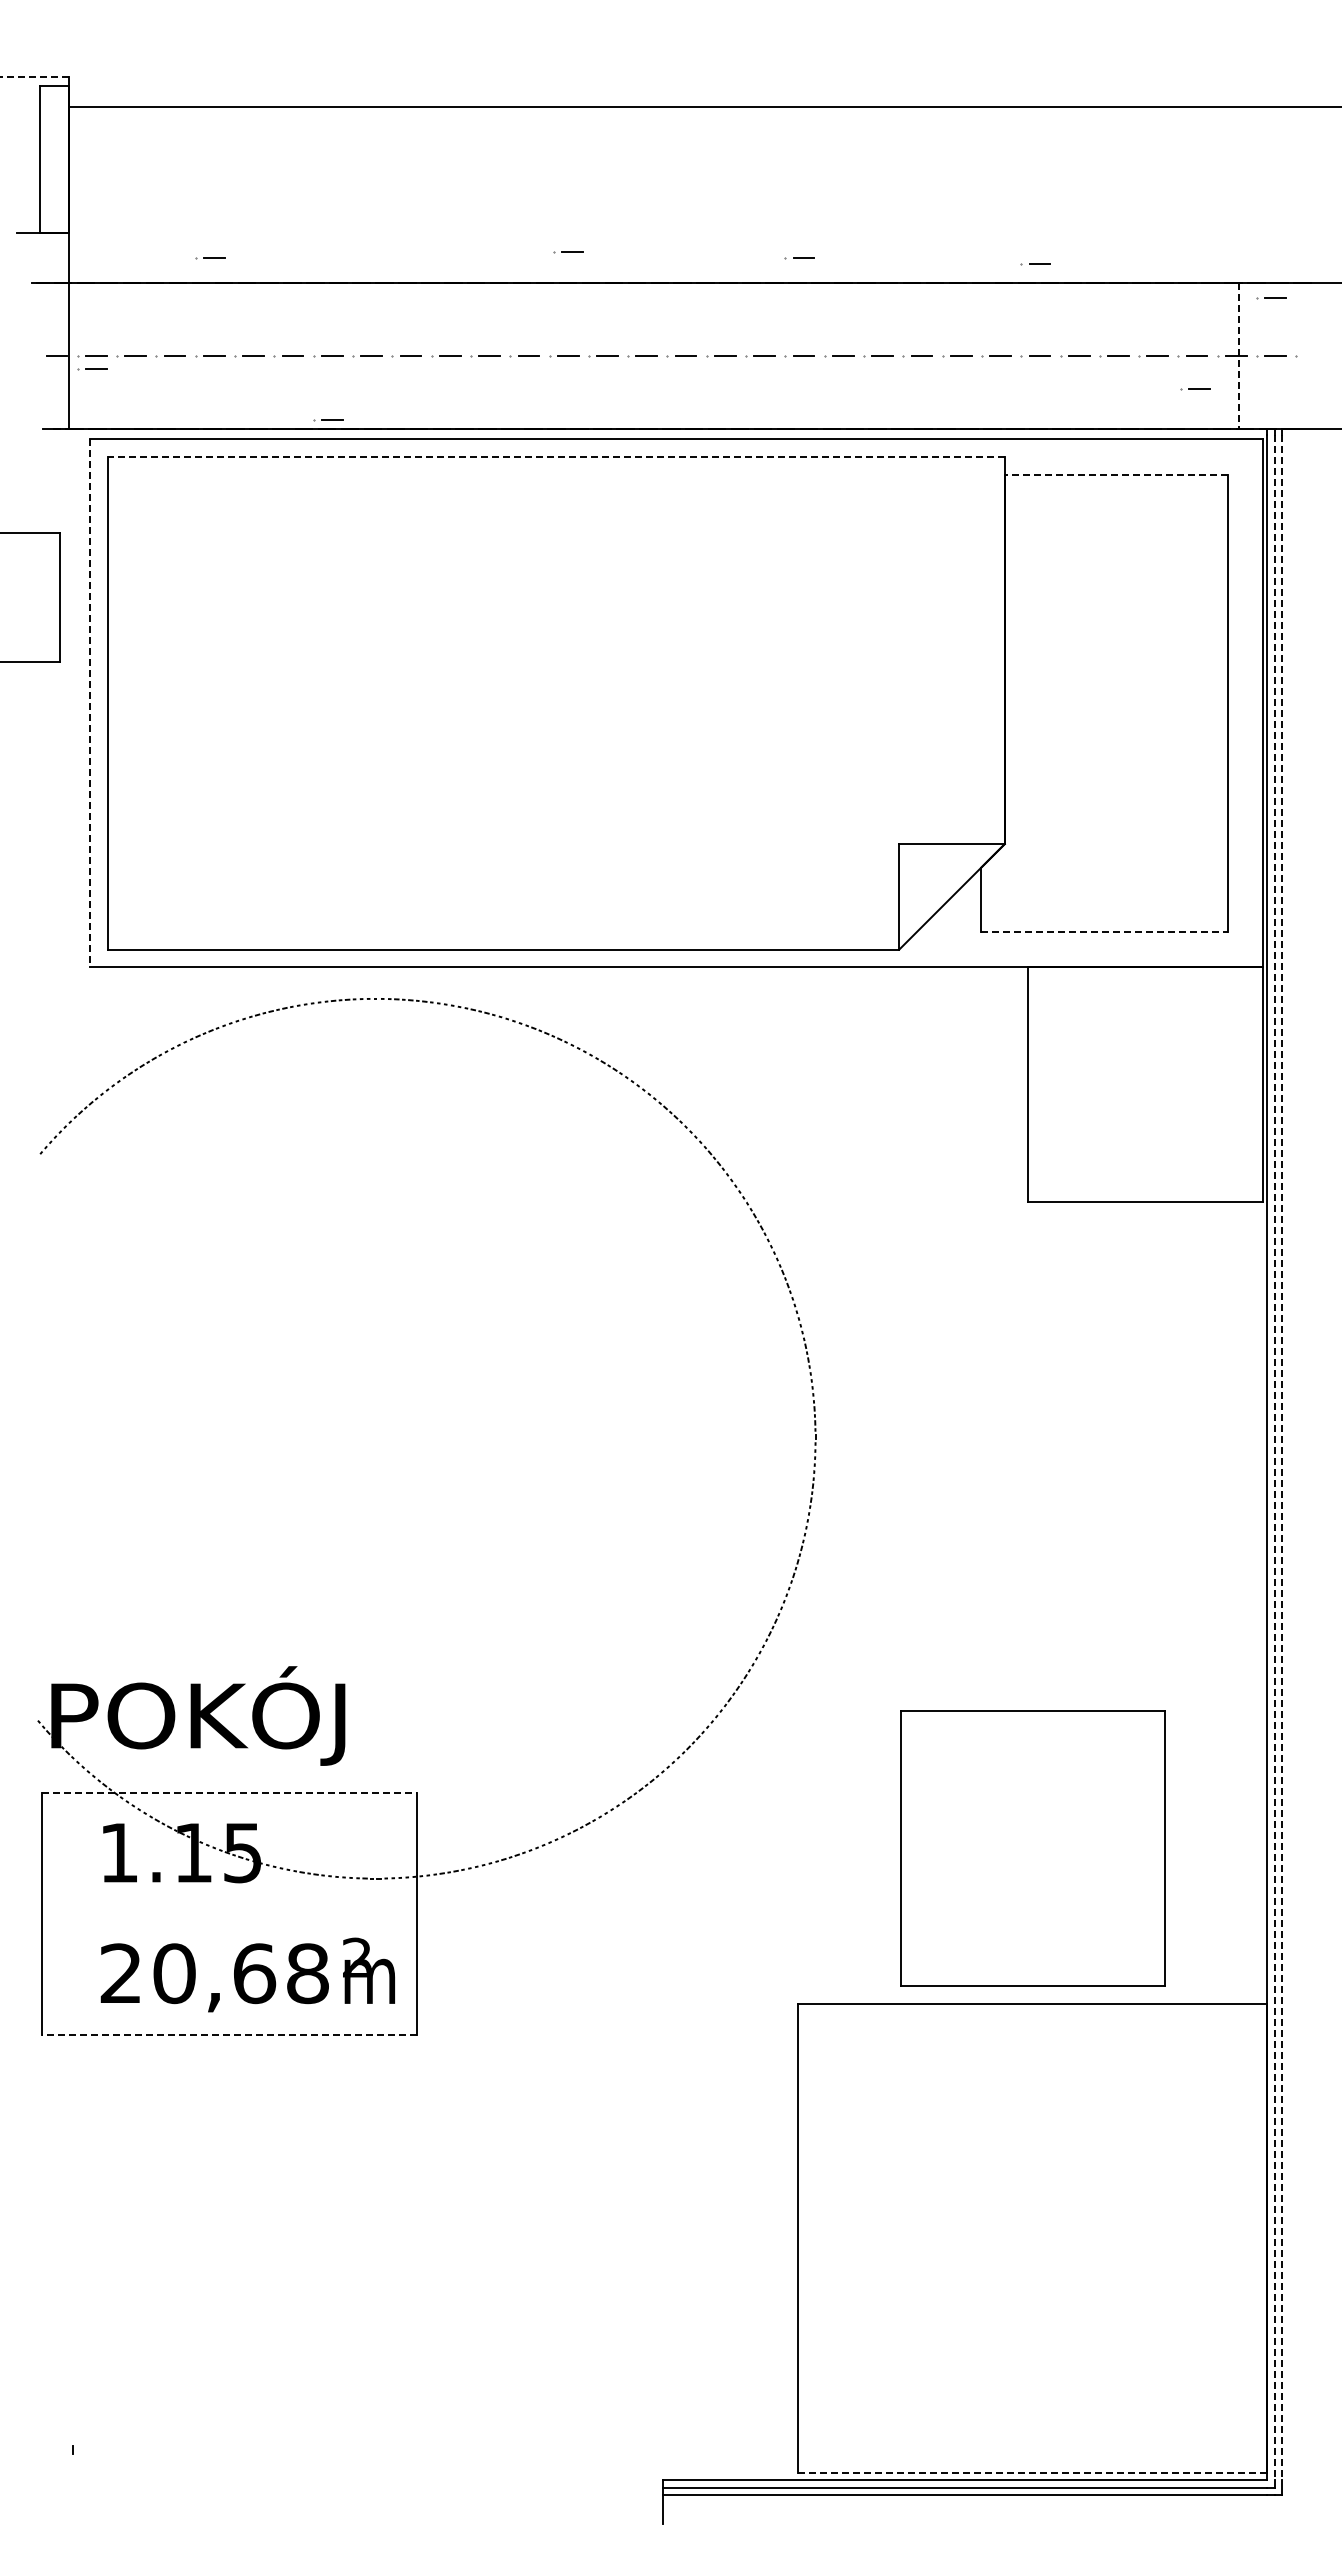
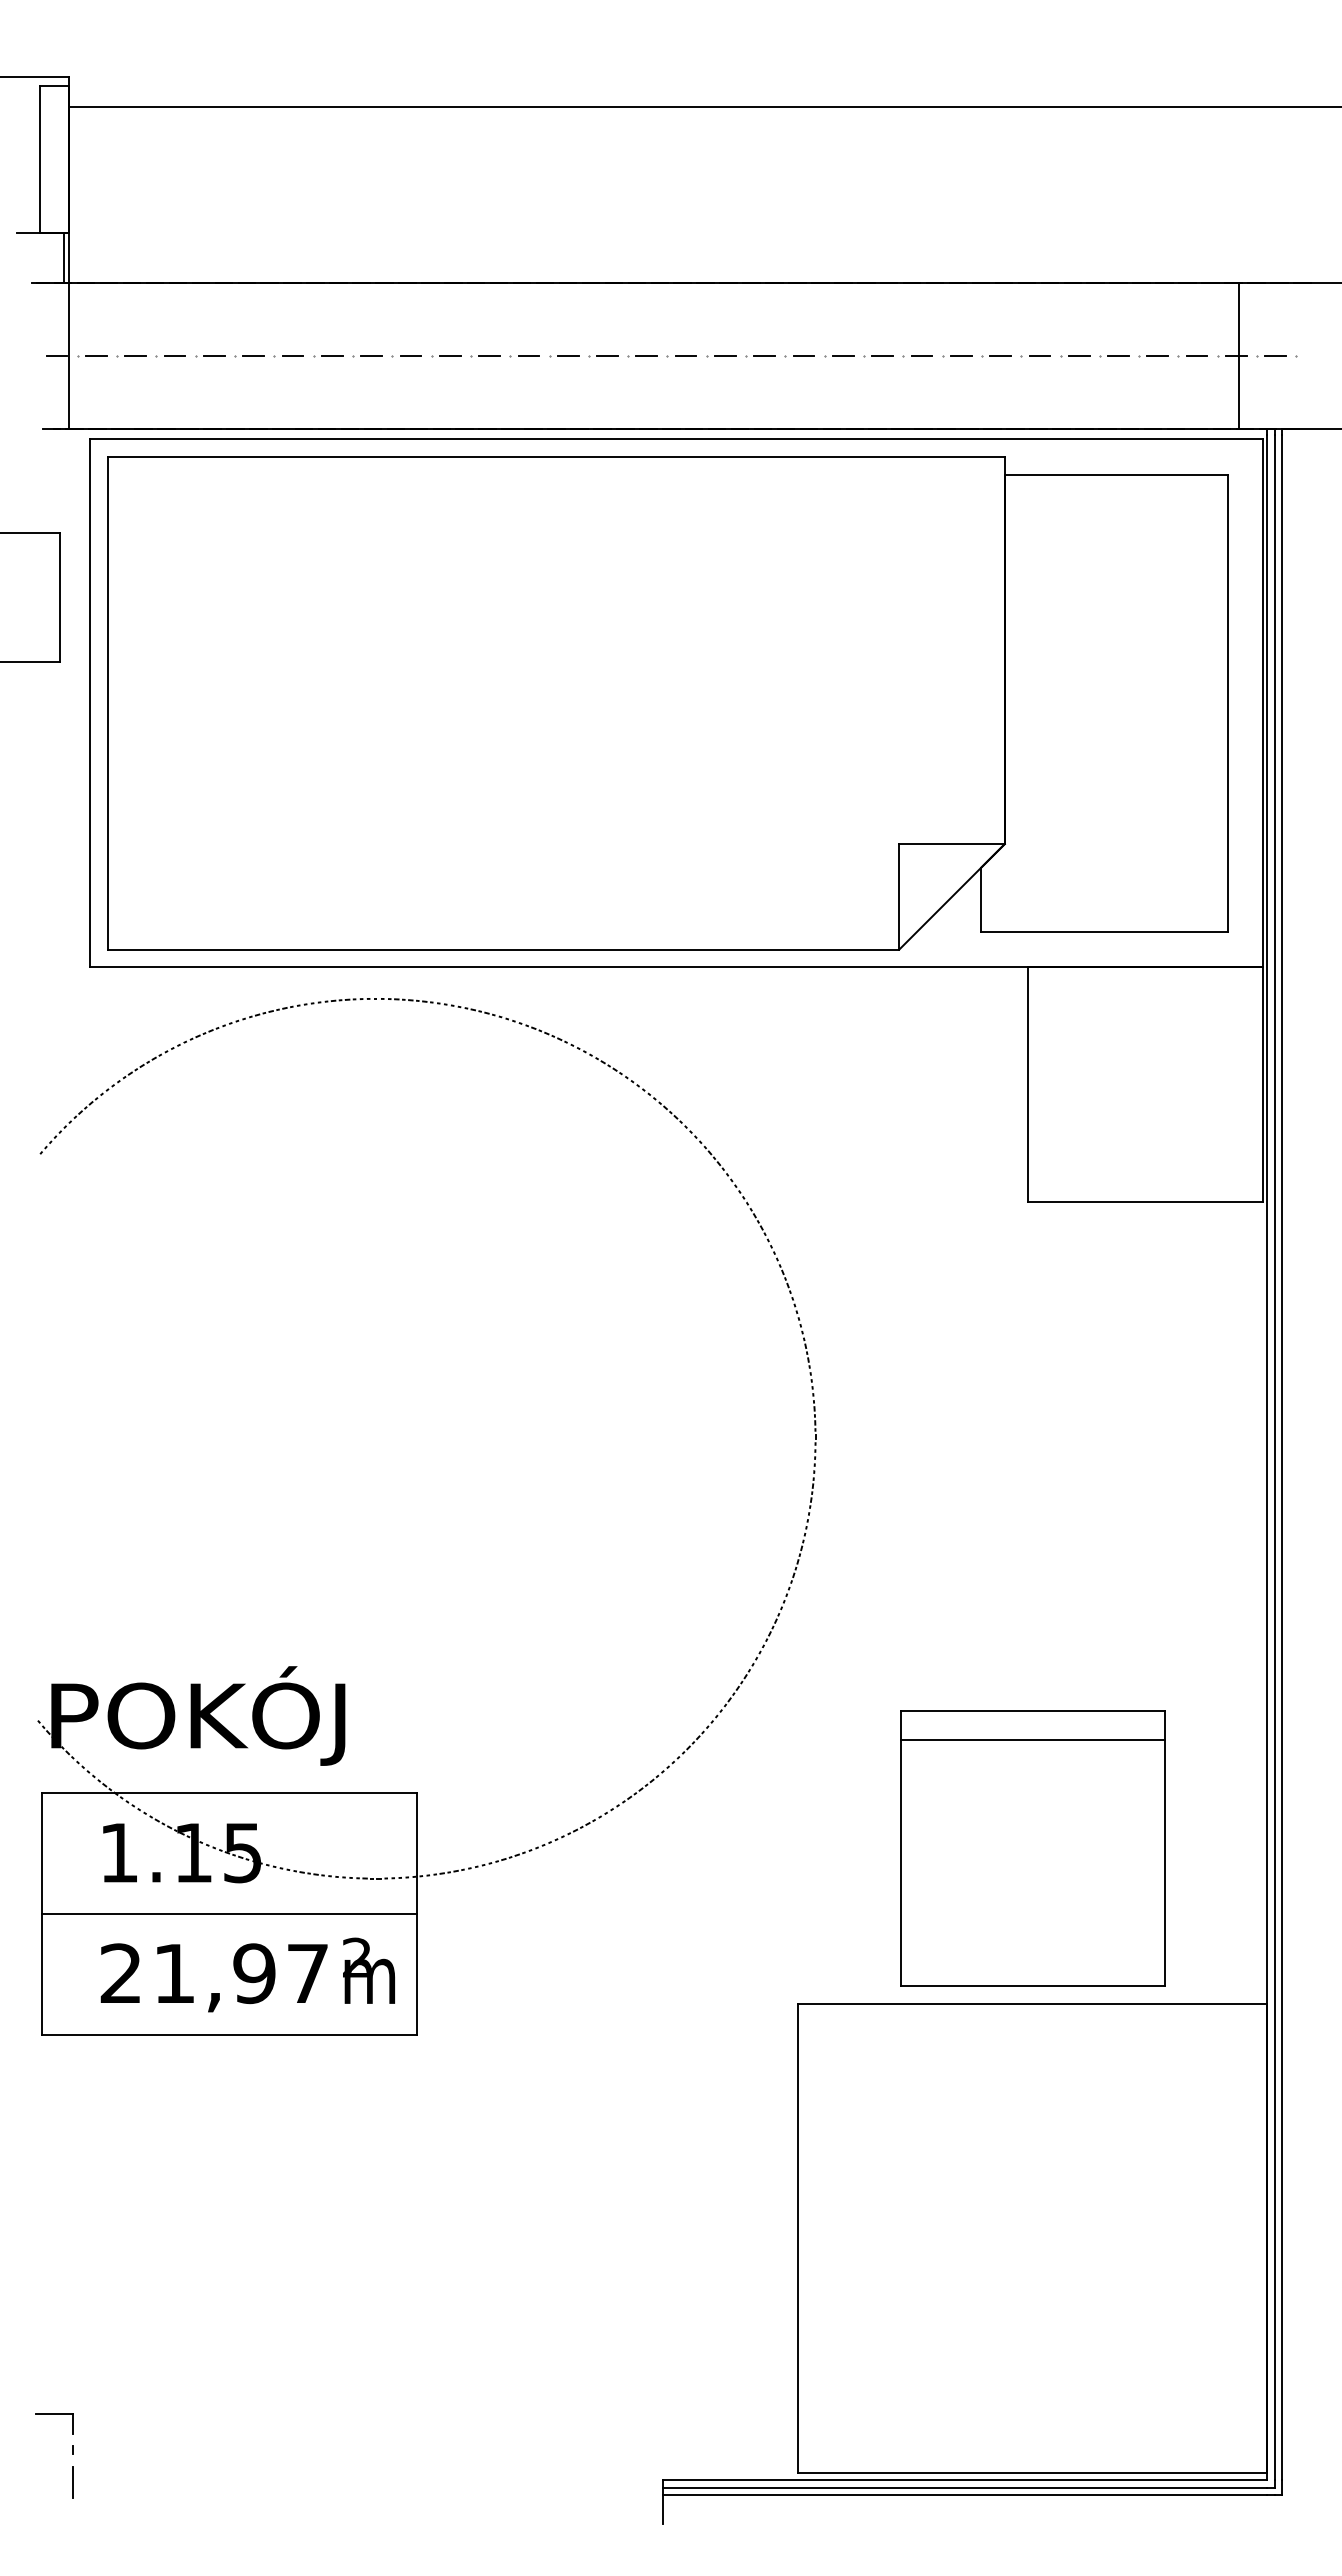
line at (35, 77): dashed -> solid
part at (568, 252): present -> none
line at (63, 257): none -> present
part at (210, 258): present -> none
part at (799, 258): present -> none
part at (1035, 264): present -> none
part at (1271, 298): present -> none
line at (1239, 356): dashed -> solid
part at (92, 369): present -> none
part at (1195, 389): present -> none
part at (328, 420): present -> none
line at (556, 457): dashed -> solid
line at (1115, 474): dashed -> solid
line at (89, 703): dashed -> solid
line at (1105, 932): dashed -> solid
line at (1274, 1457): dashed -> solid
line at (1281, 1457): dashed -> solid
line at (1032, 1739): none -> present
line at (229, 1793): dashed -> solid
line at (228, 1914): none -> present
text at (240, 1973): 20,68 -> 21,97
line at (229, 2034): dashed -> solid
part at (54, 2414): none -> present
line at (1032, 2473): dashed -> solid
line at (72, 2481): none -> present
